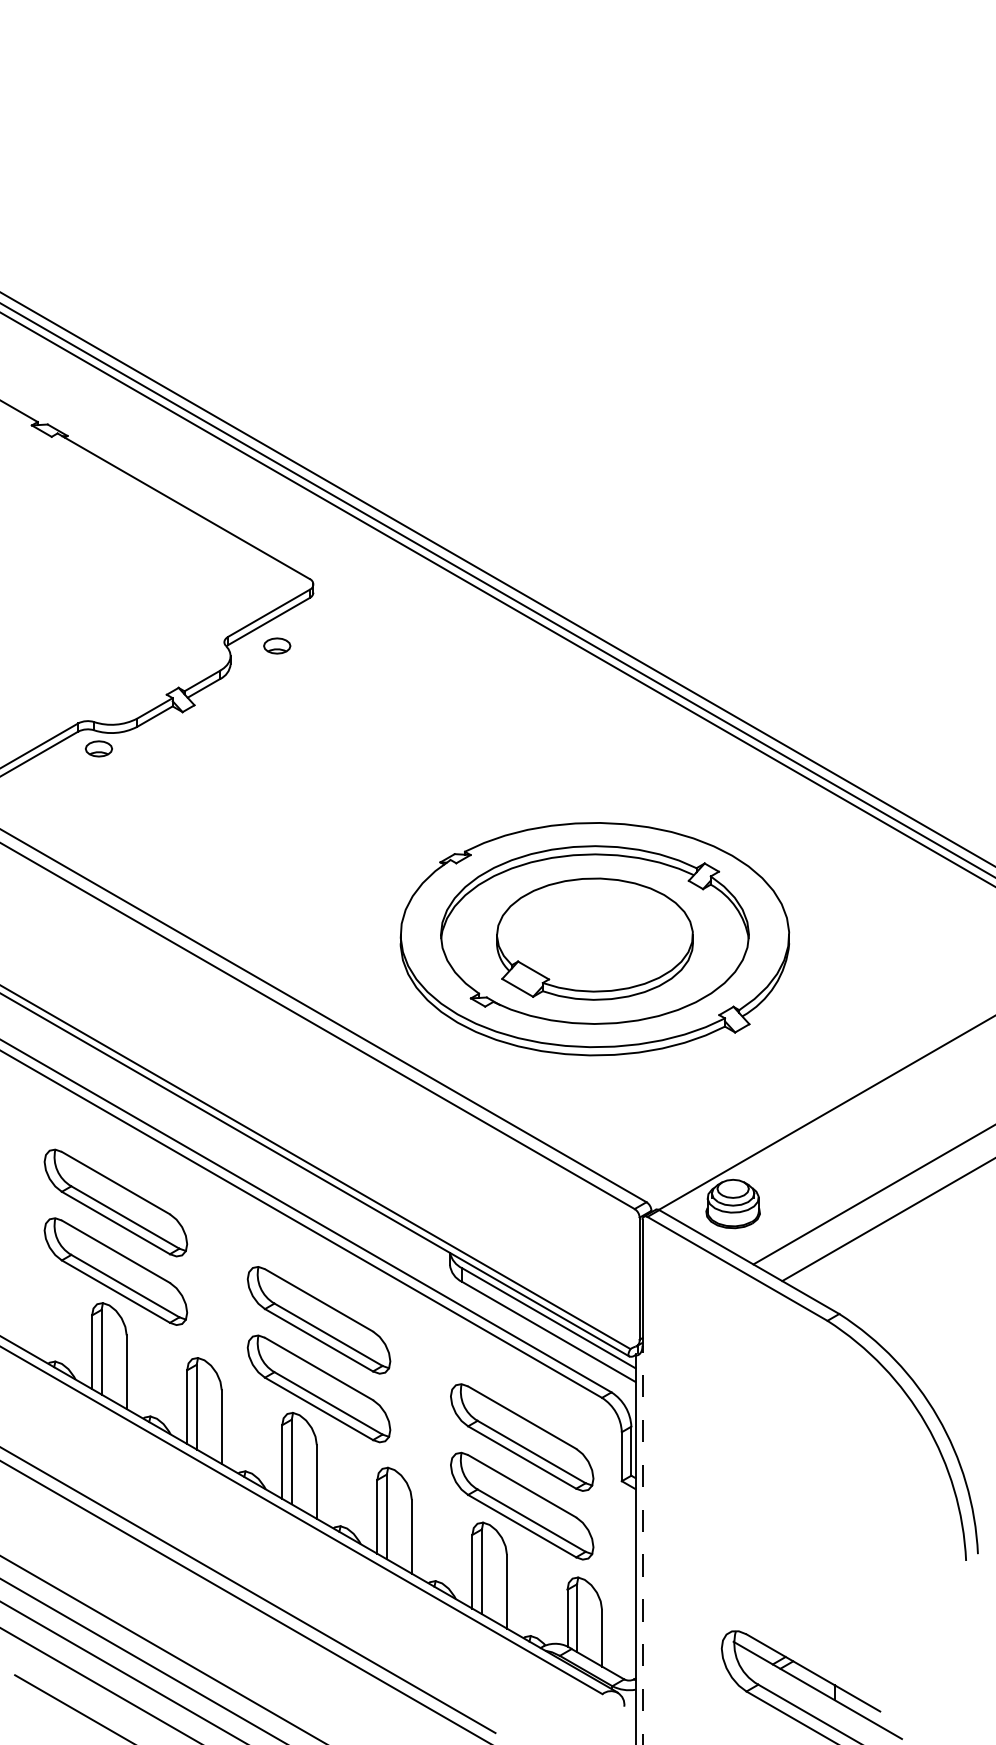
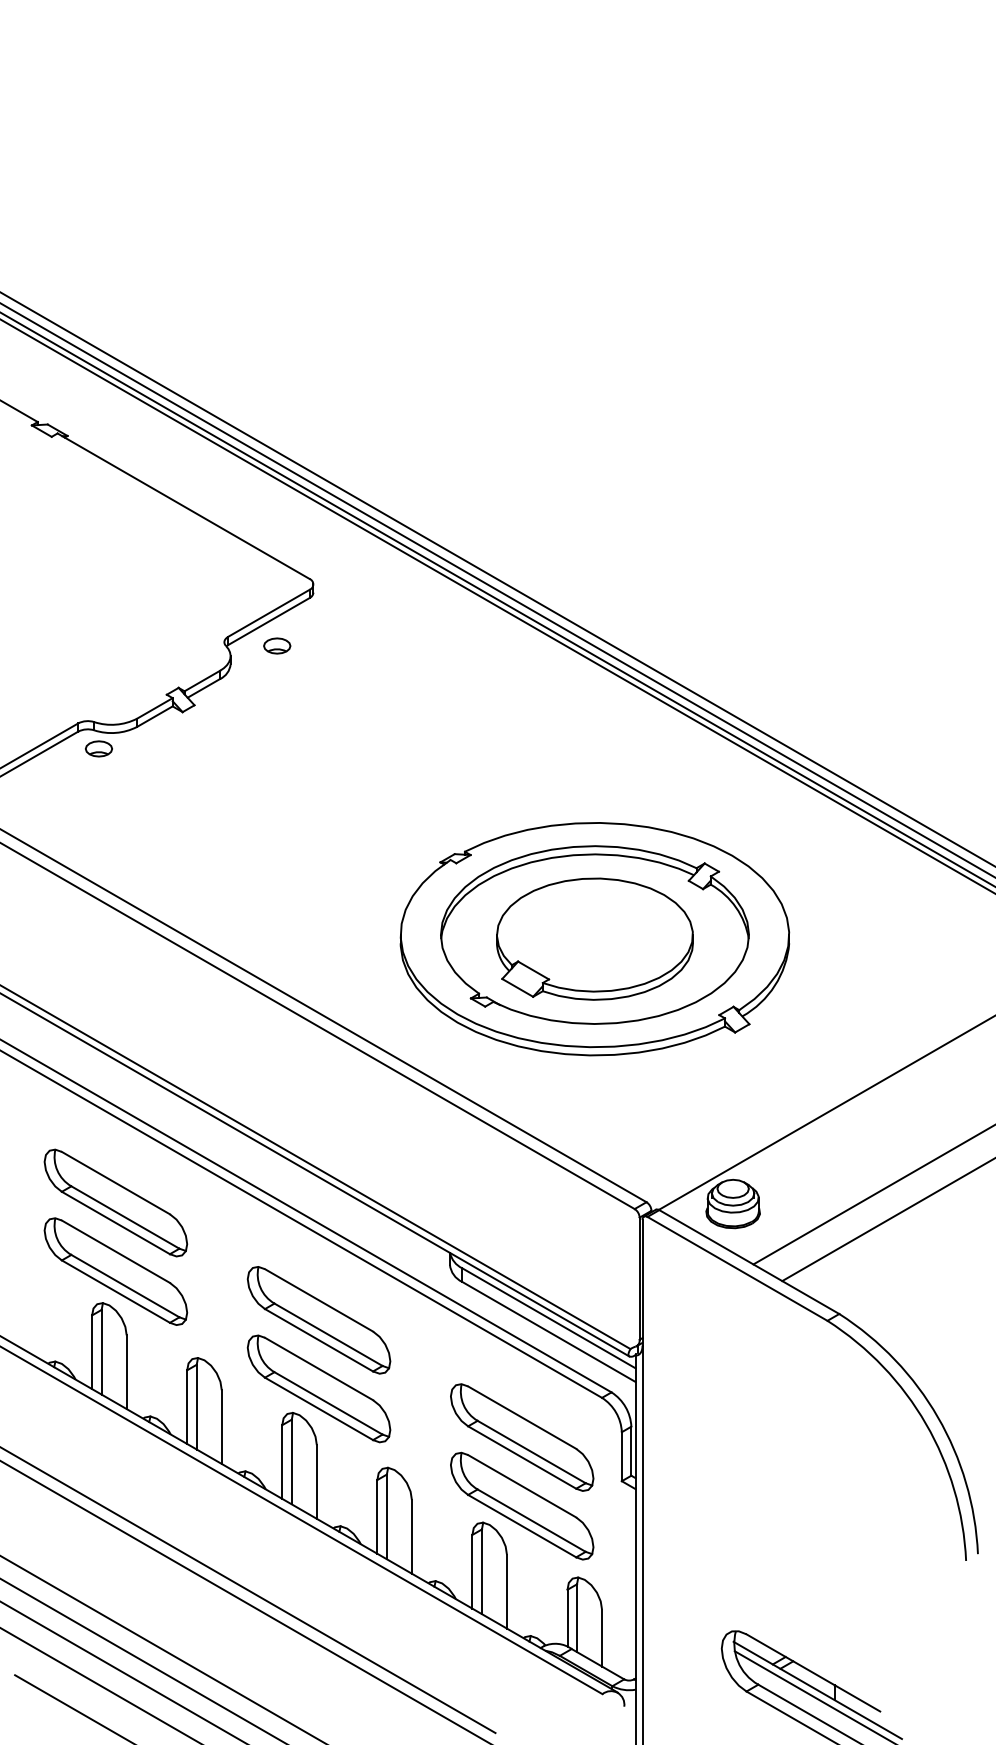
line at (497, 606): none -> present
line at (642, 1544): dashed -> solid
line at (812, 1696): none -> present
